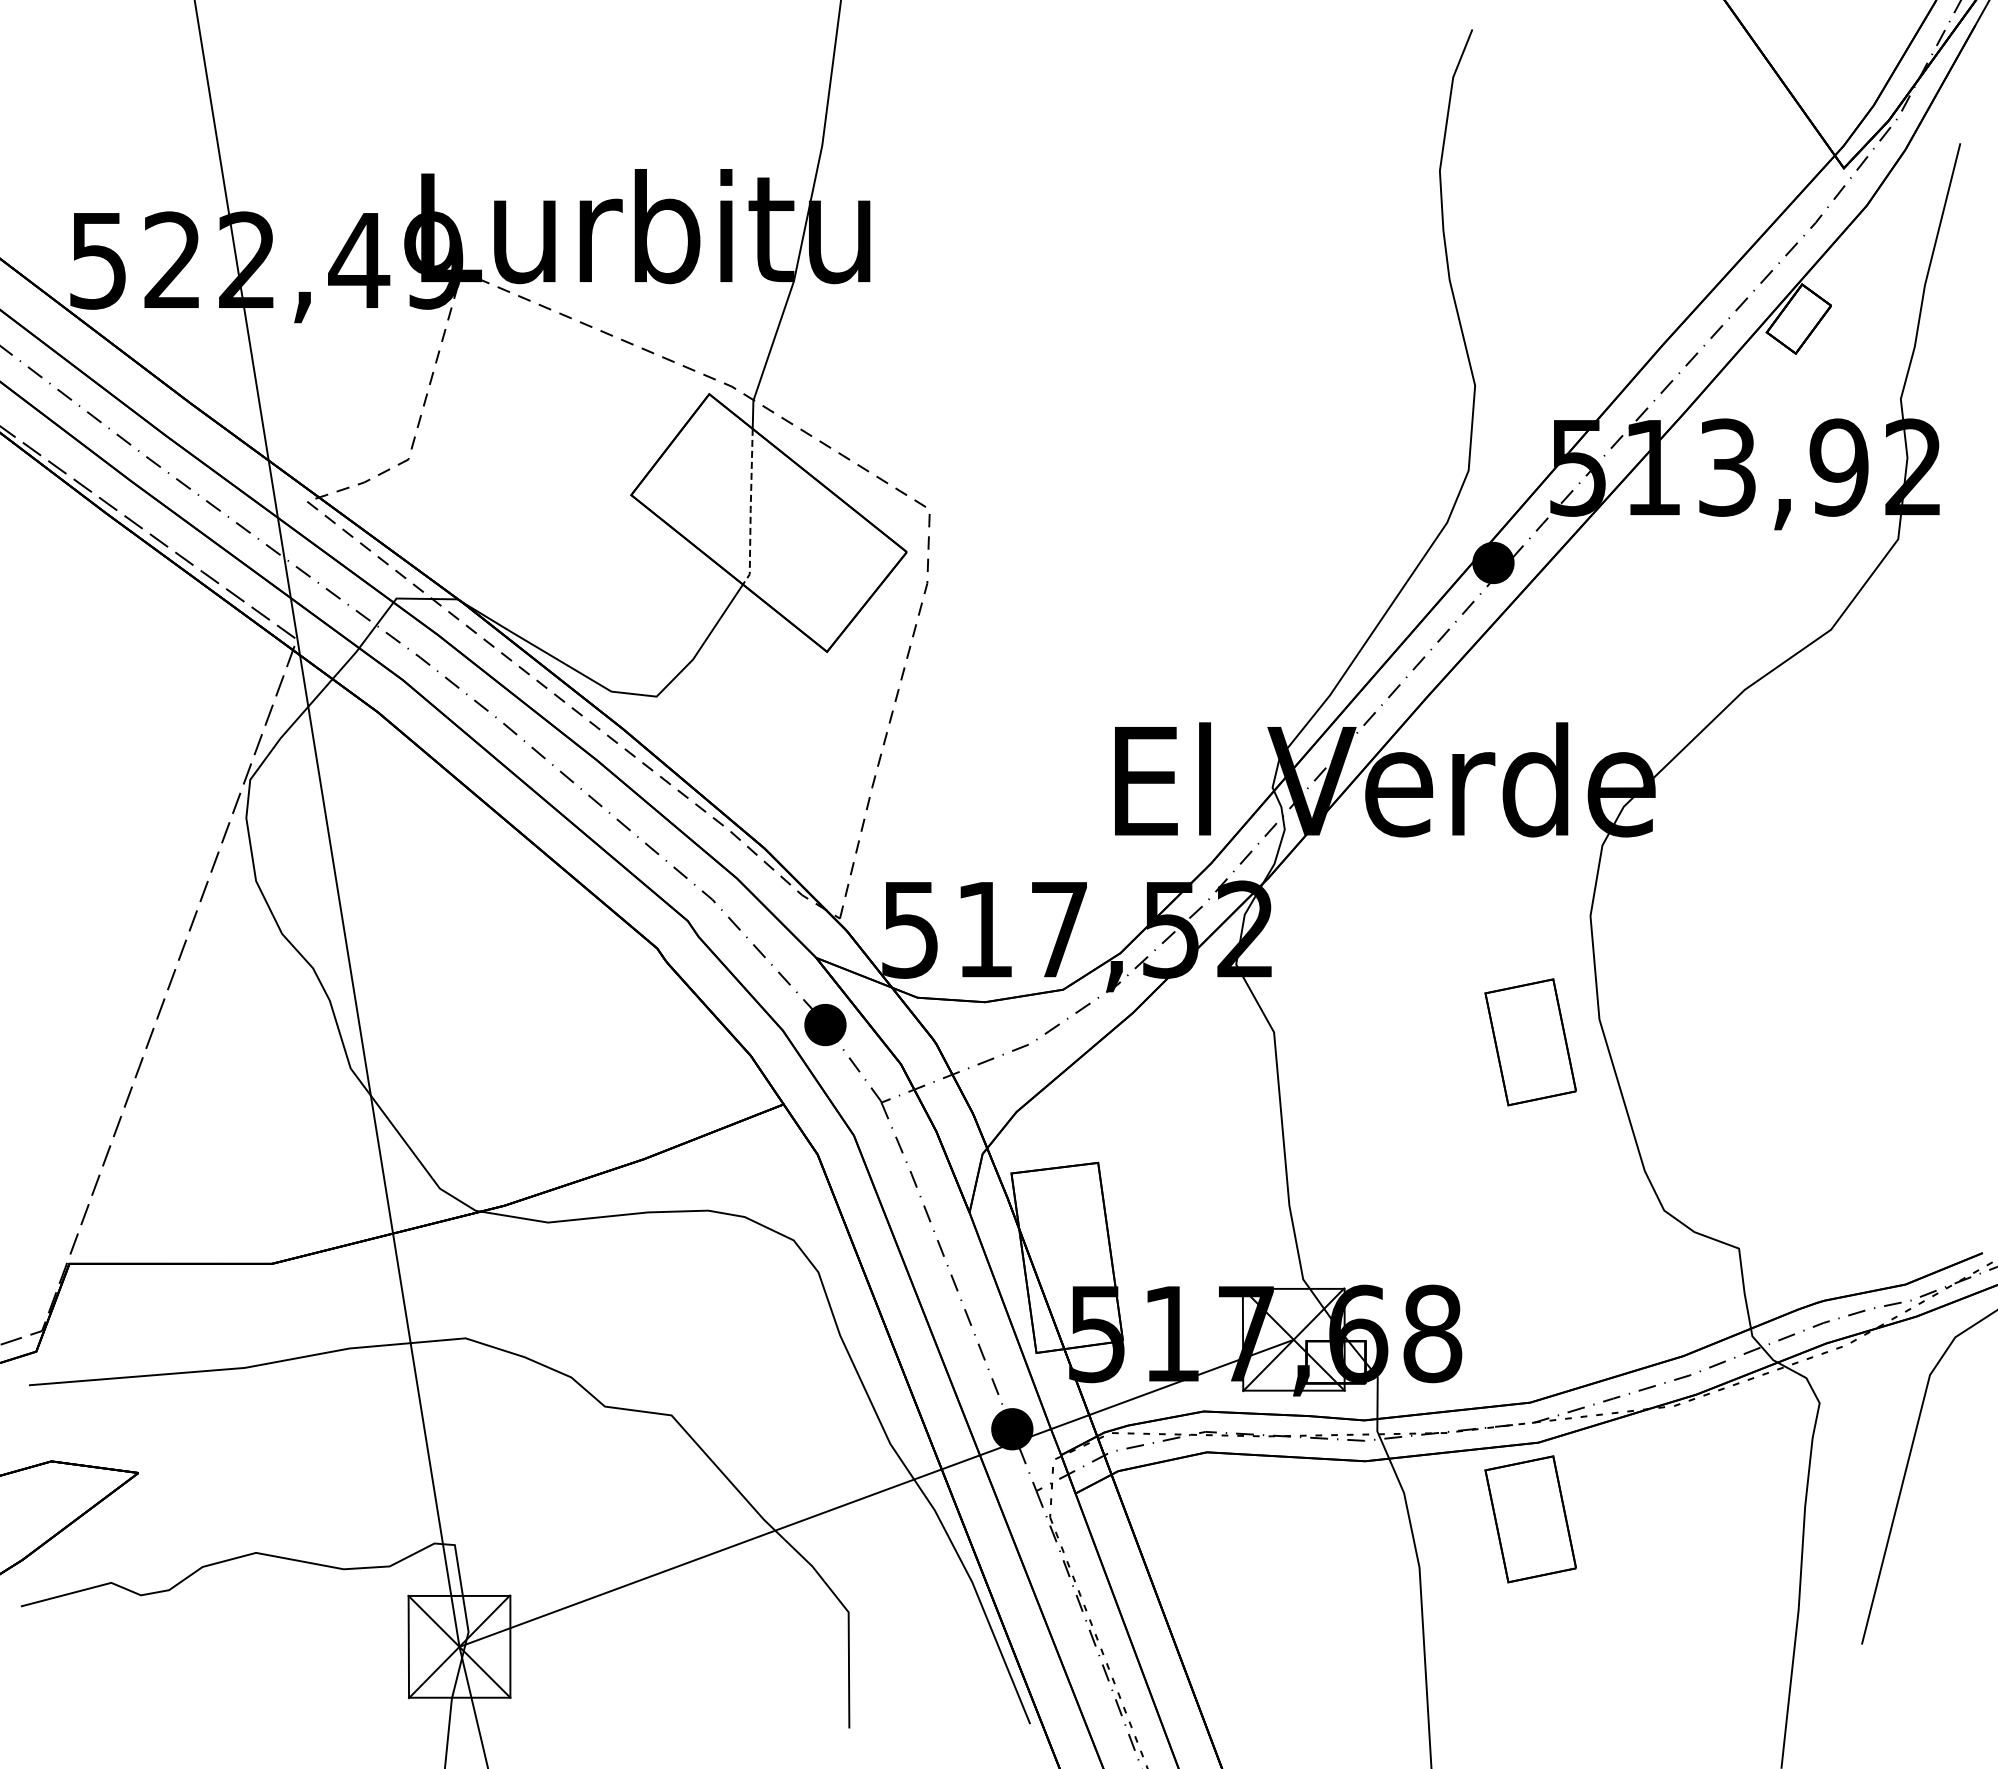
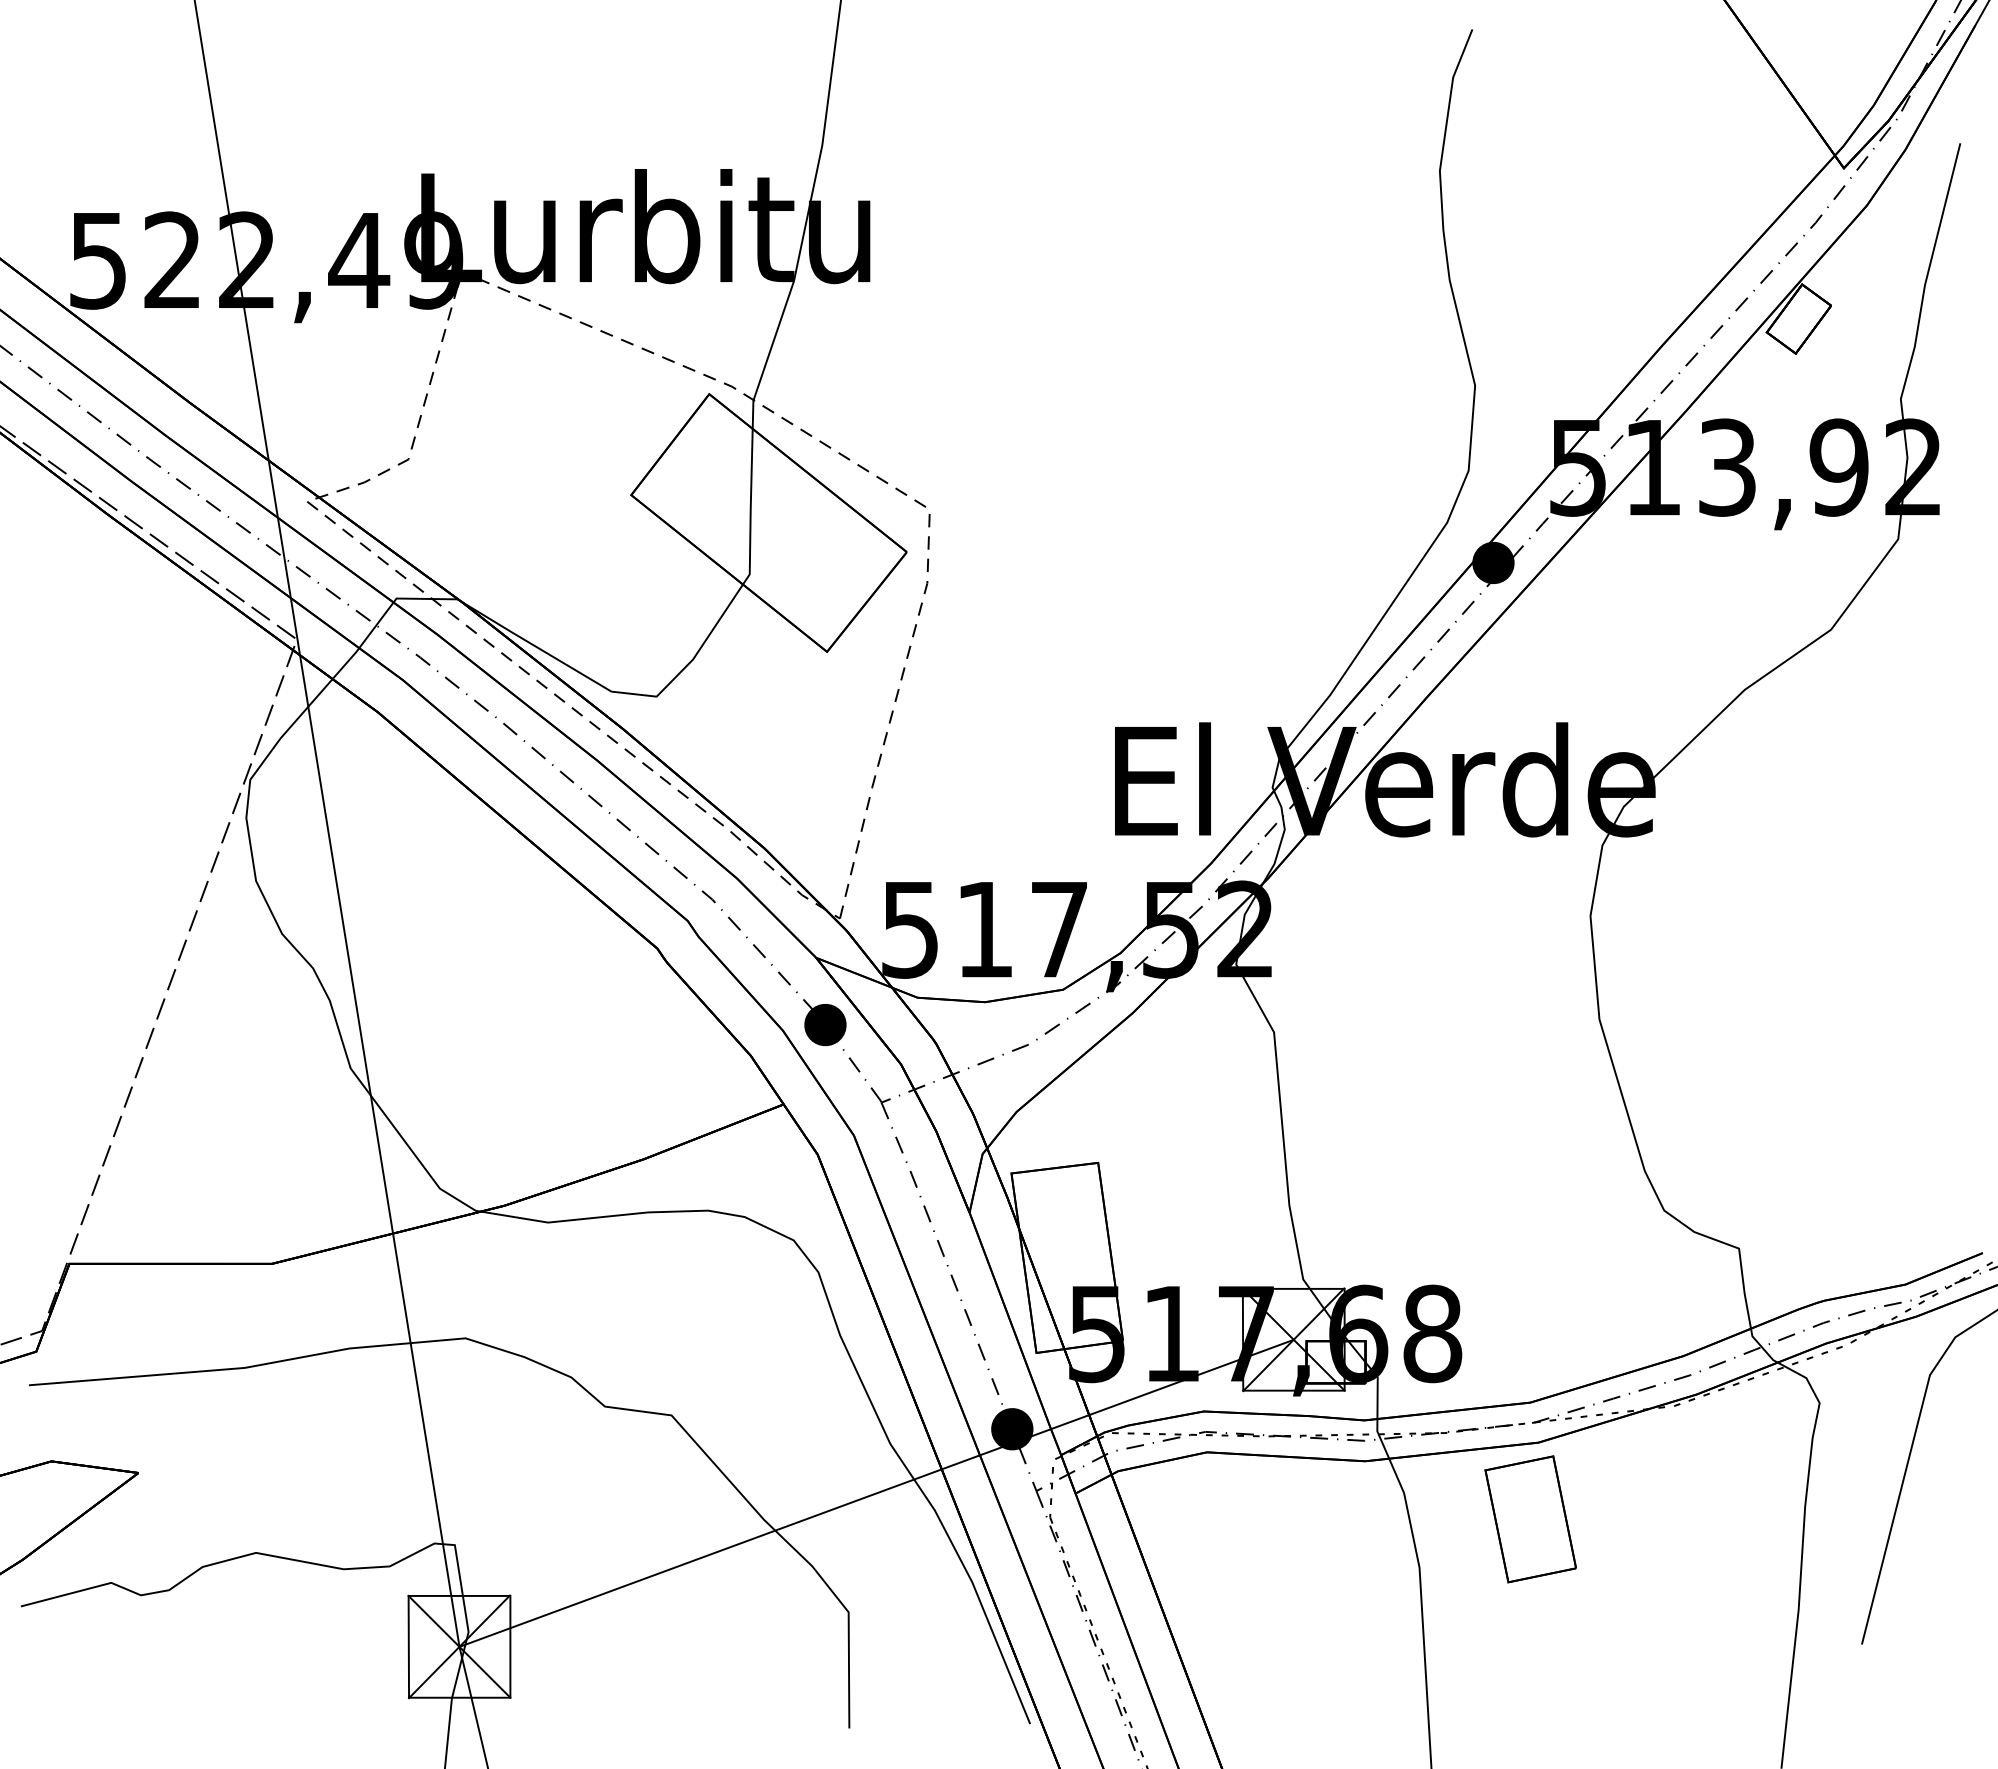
line at (750, 509): dashed -> solid
part at (1530, 1042): present -> none
